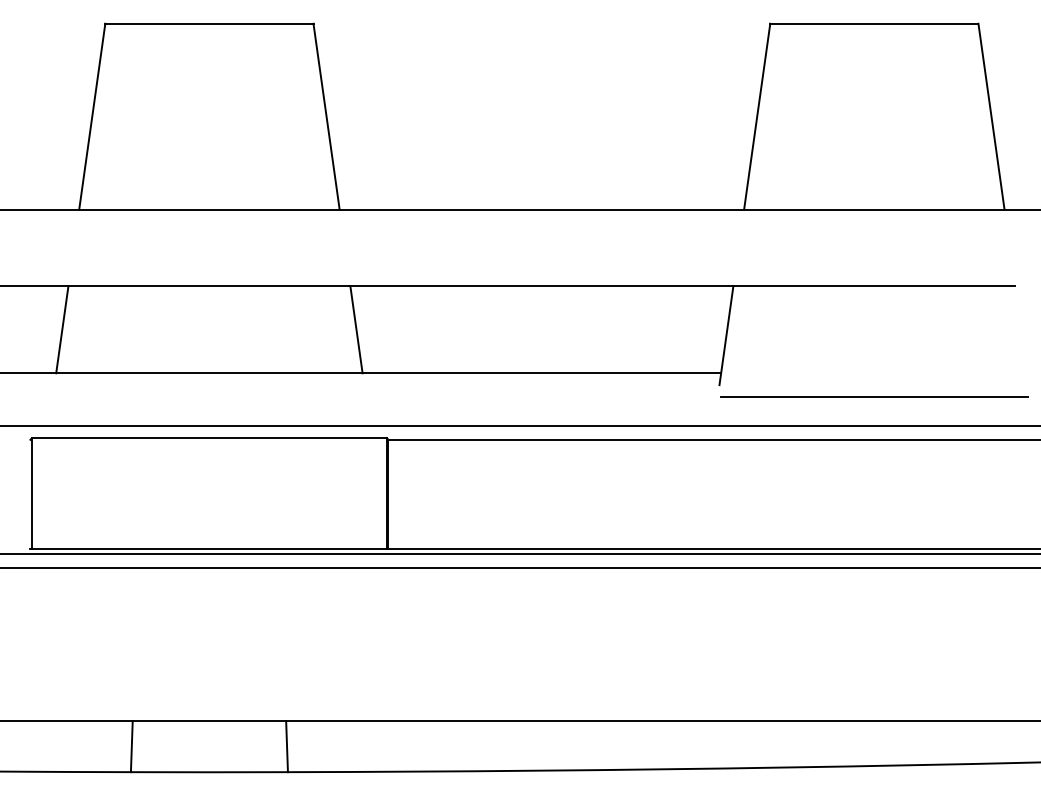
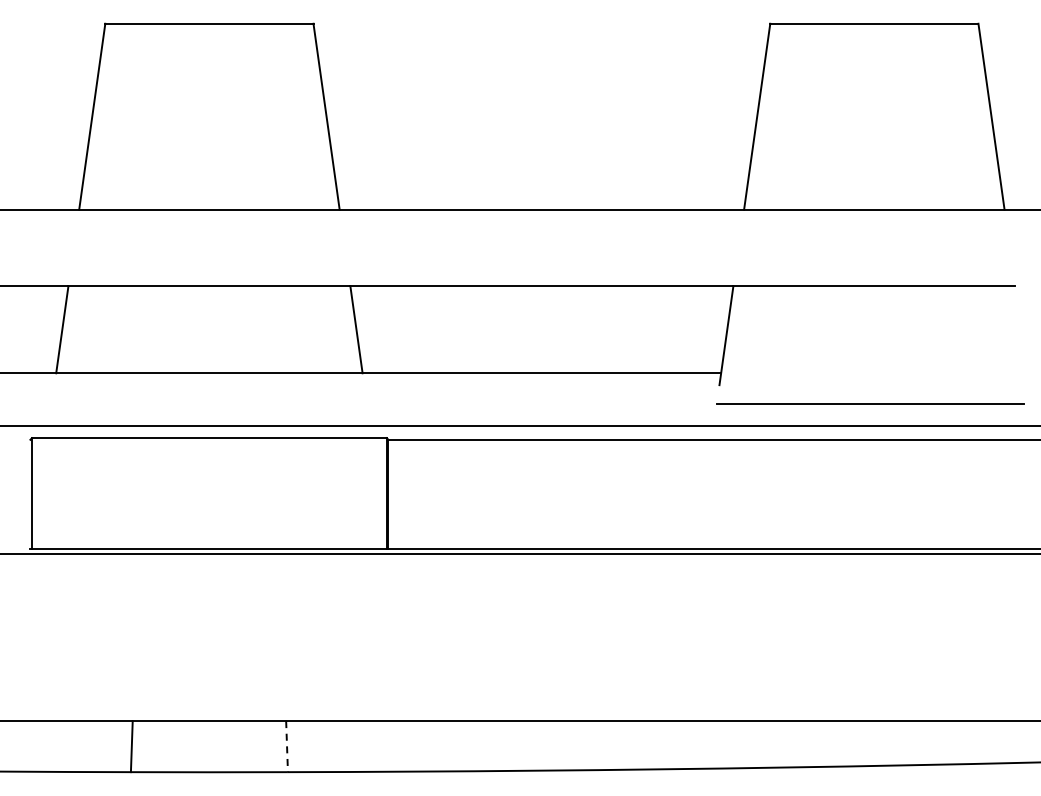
line at (874, 396) position: (874, 396) -> (870, 403)
line at (519, 567): present -> none
line at (287, 746): solid -> dashed
